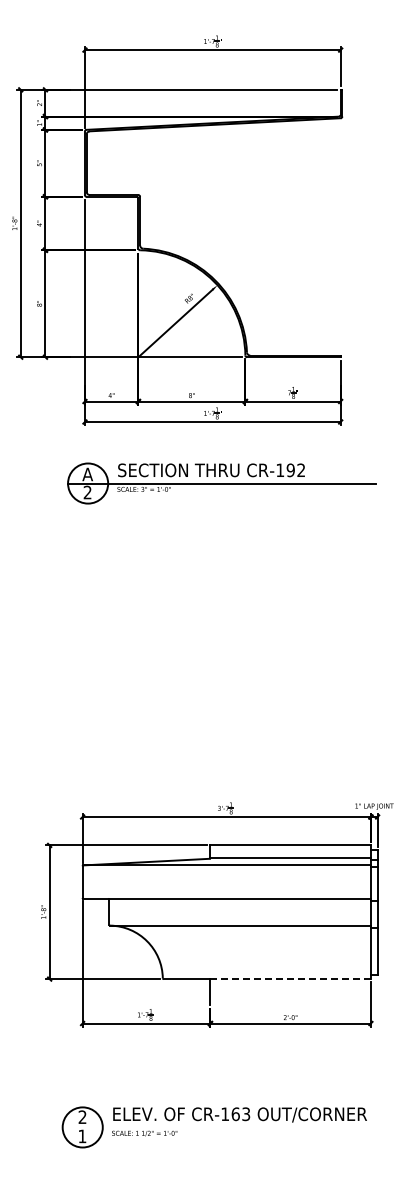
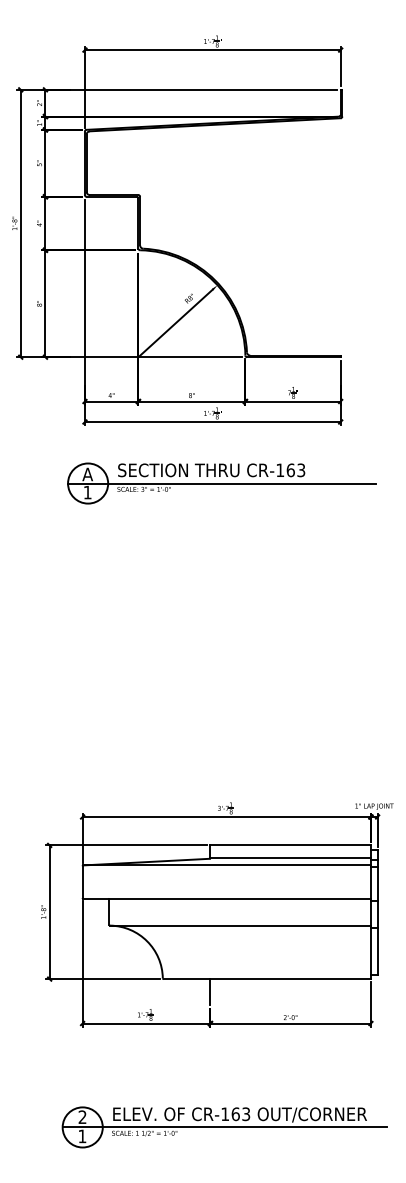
text at (295, 470): CR-192 -> CR-163
text at (87, 492): 2 -> 1
line at (291, 979): dashed -> solid
line at (224, 1127): none -> present
